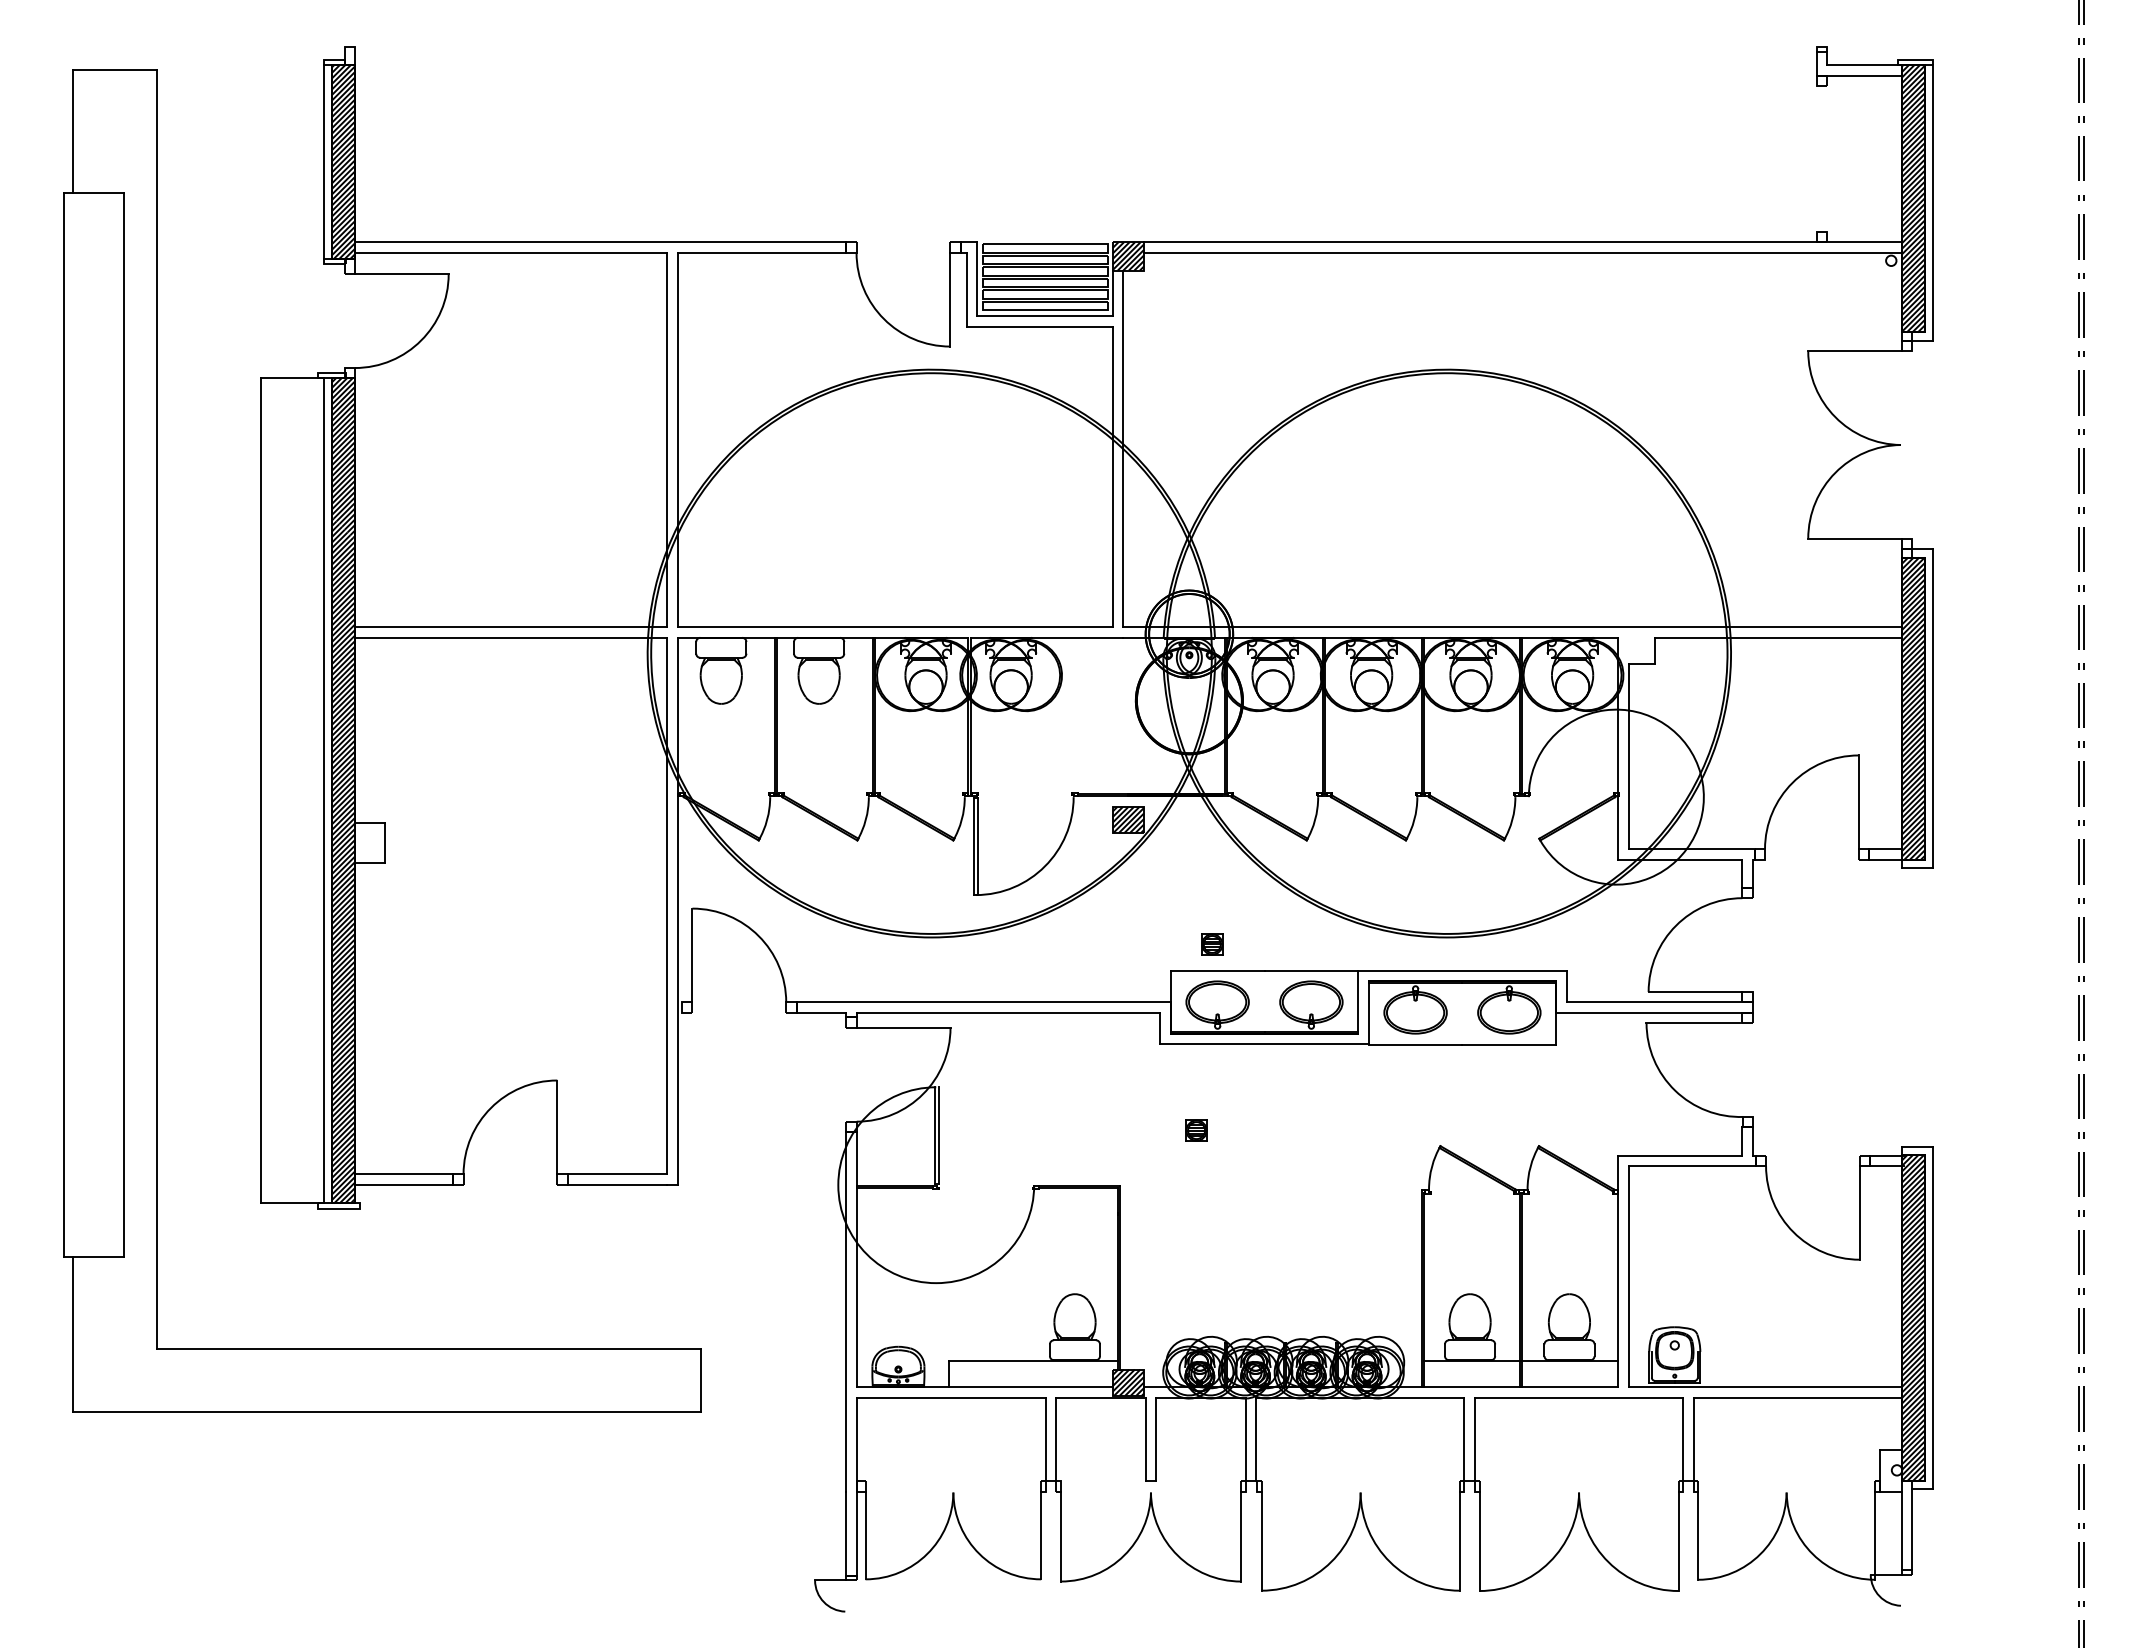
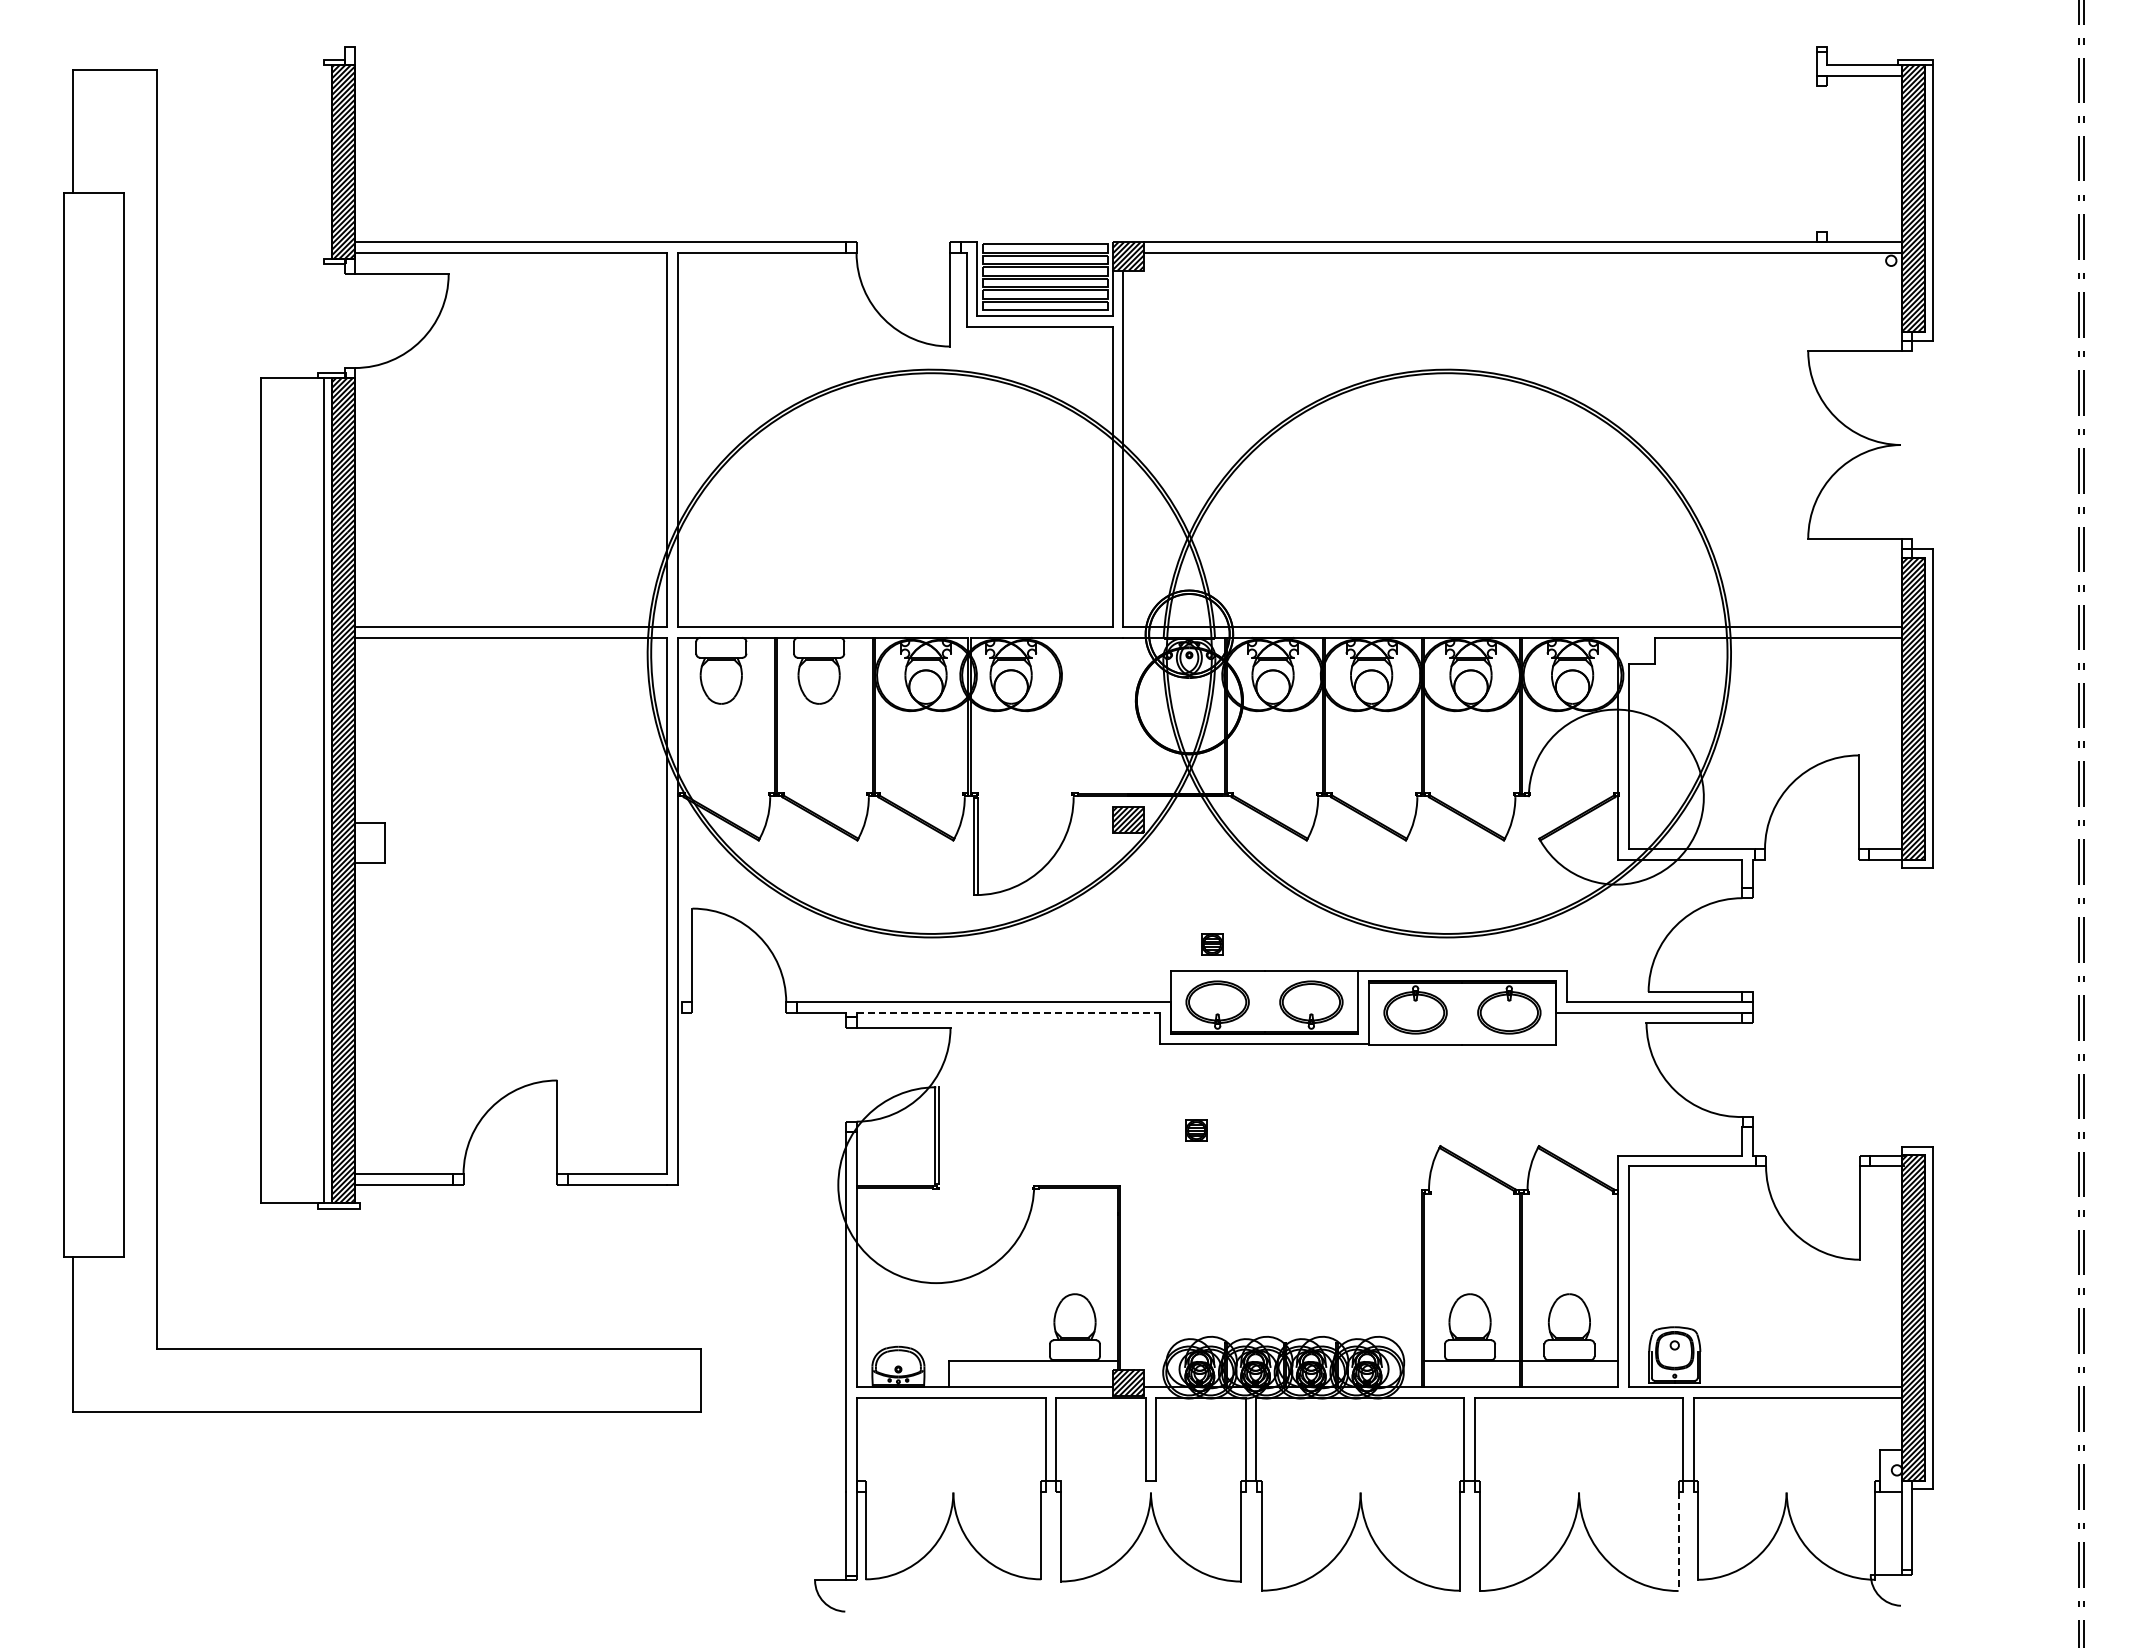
line at (323, 161): present -> none
line at (1008, 1012): solid -> dashed
line at (1678, 1541): solid -> dashed
